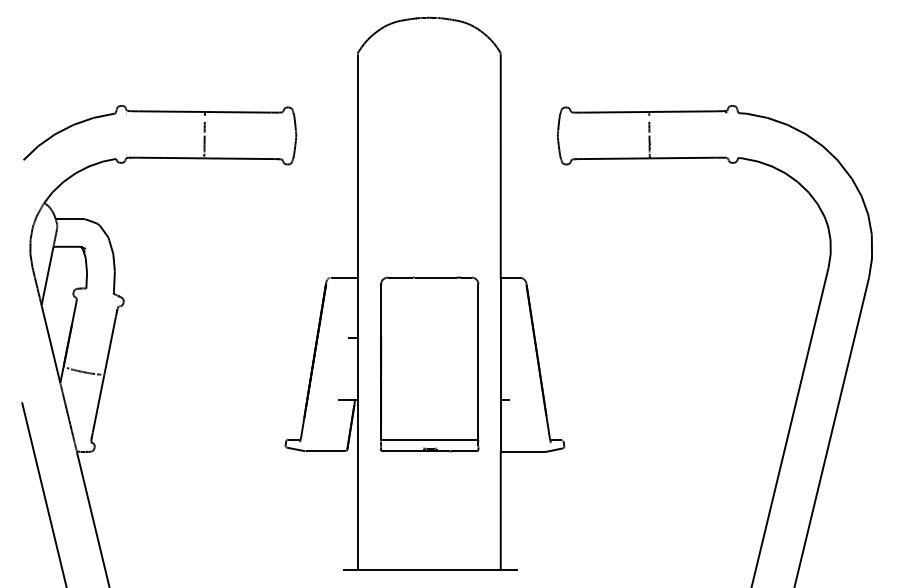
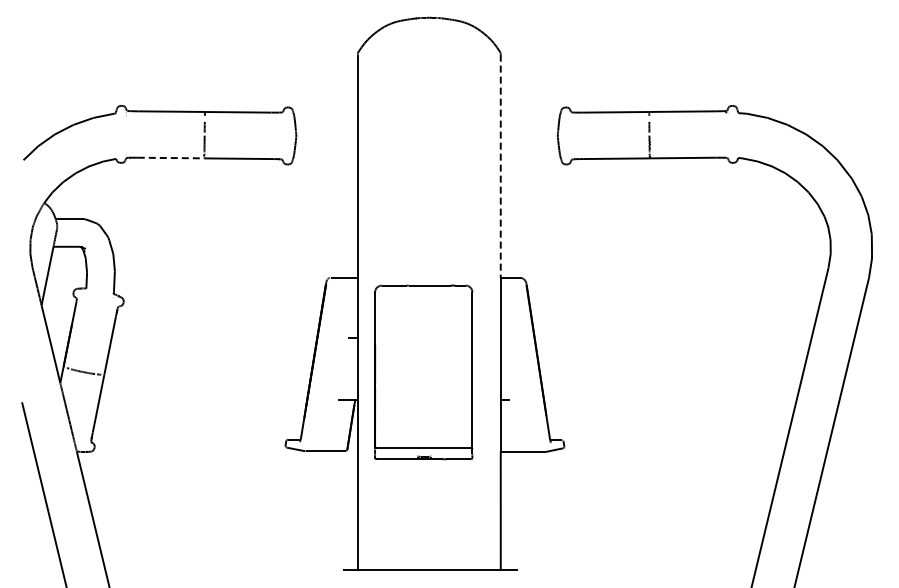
line at (171, 158): solid -> dashed
line at (500, 166): solid -> dashed
part at (429, 364) position: (429, 364) -> (423, 372)
